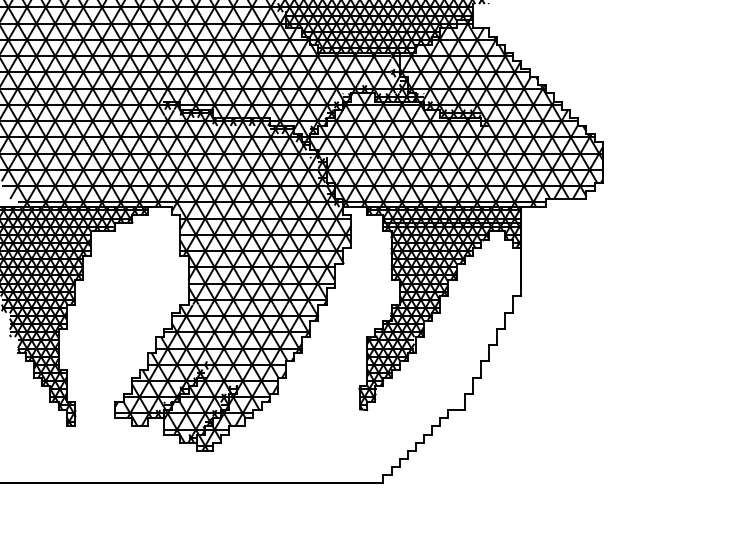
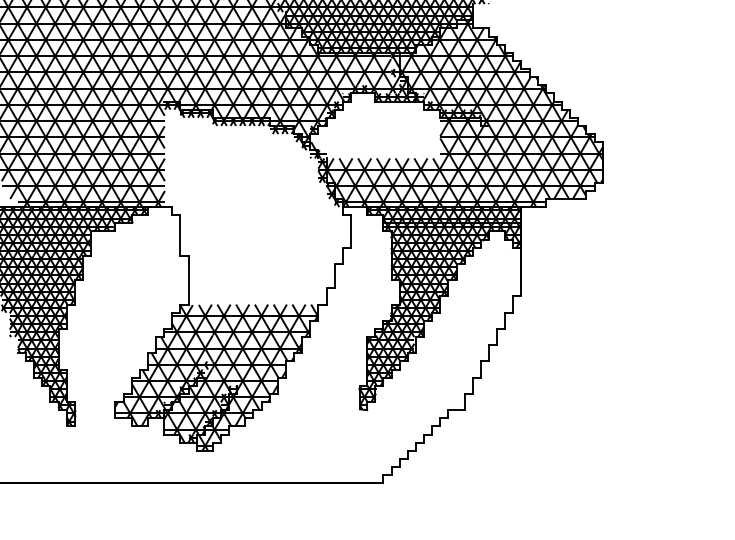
hatch at (375, 125): present -> none
hatch at (257, 207): present -> none
